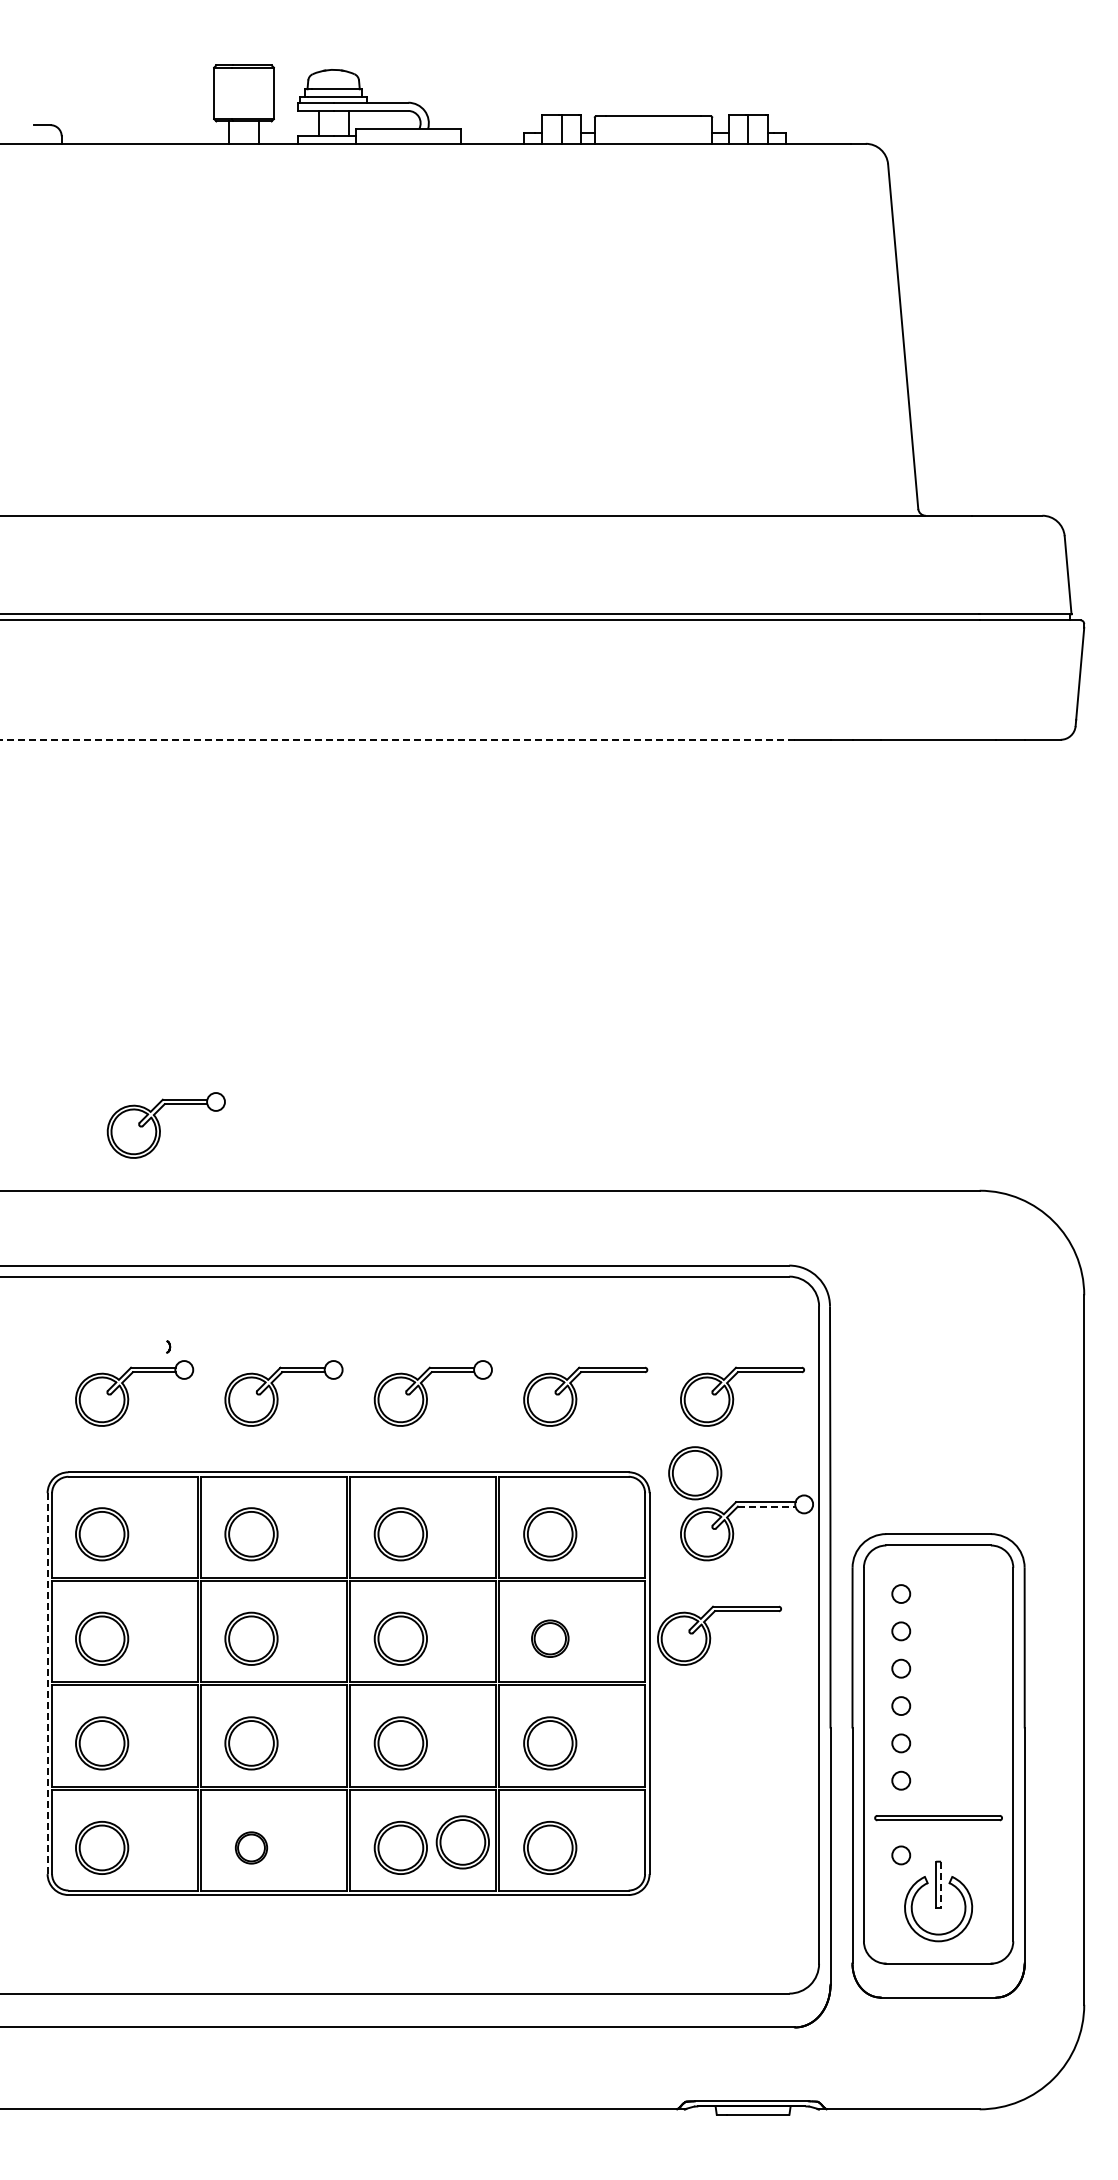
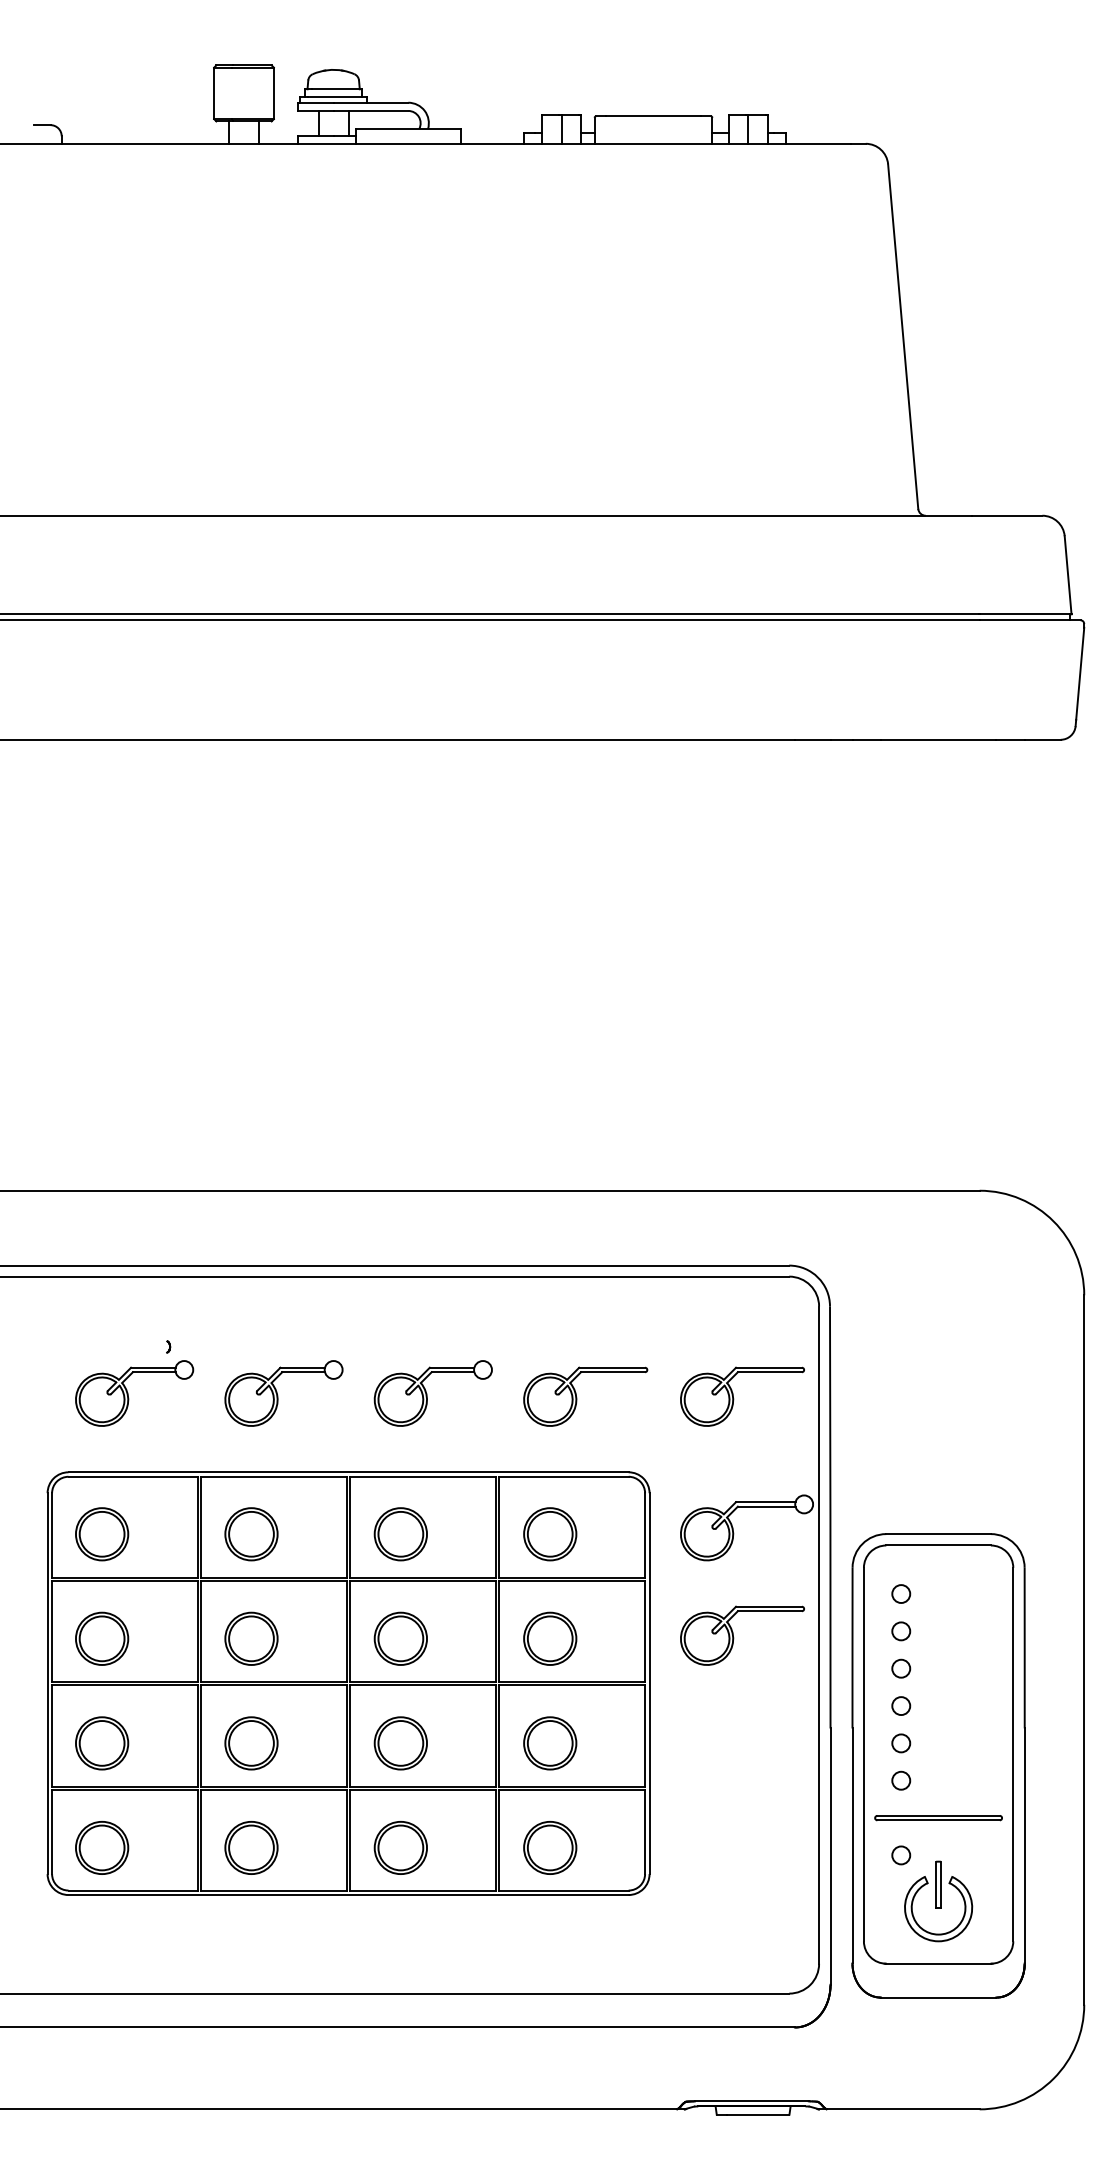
line at (397, 739): dashed -> solid
part at (165, 1125): present -> none
part at (695, 1473): present -> none
line at (766, 1506): dashed -> solid
part at (711, 1637) position: (711, 1637) -> (734, 1637)
part at (550, 1638) size: 39x39 px -> 55x55 px
line at (47, 1684): dashed -> solid
part at (462, 1842): present -> none
part at (251, 1847) size: 35x34 px -> 55x54 px
line at (941, 1884): dashed -> solid
